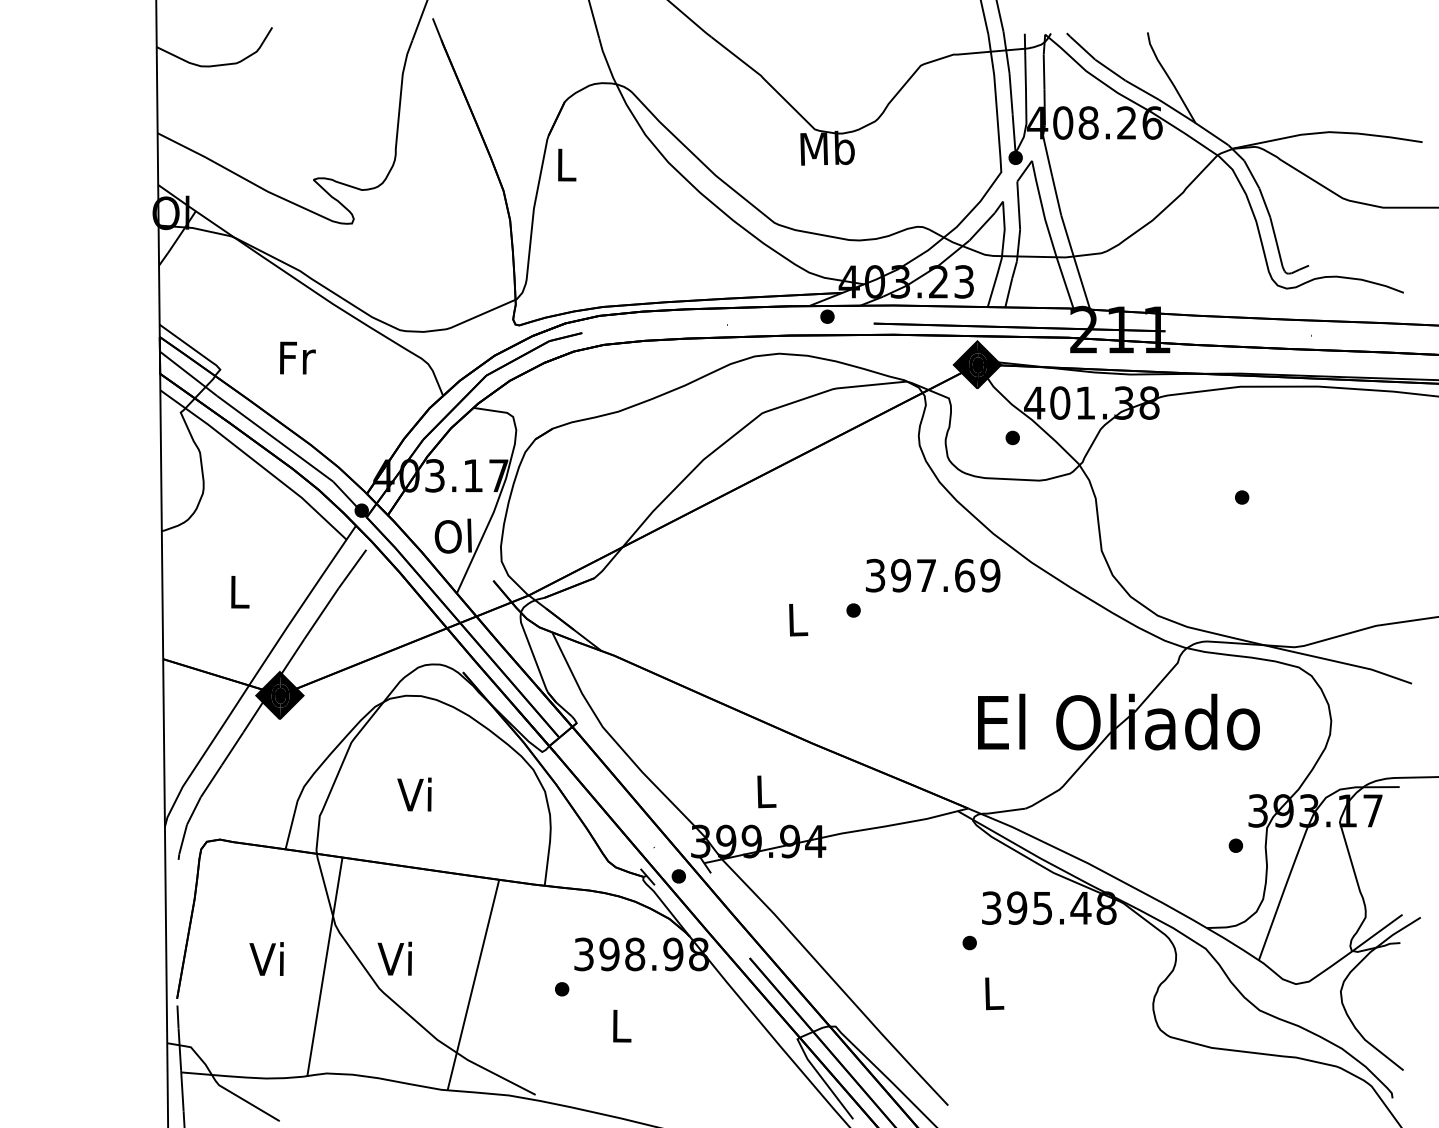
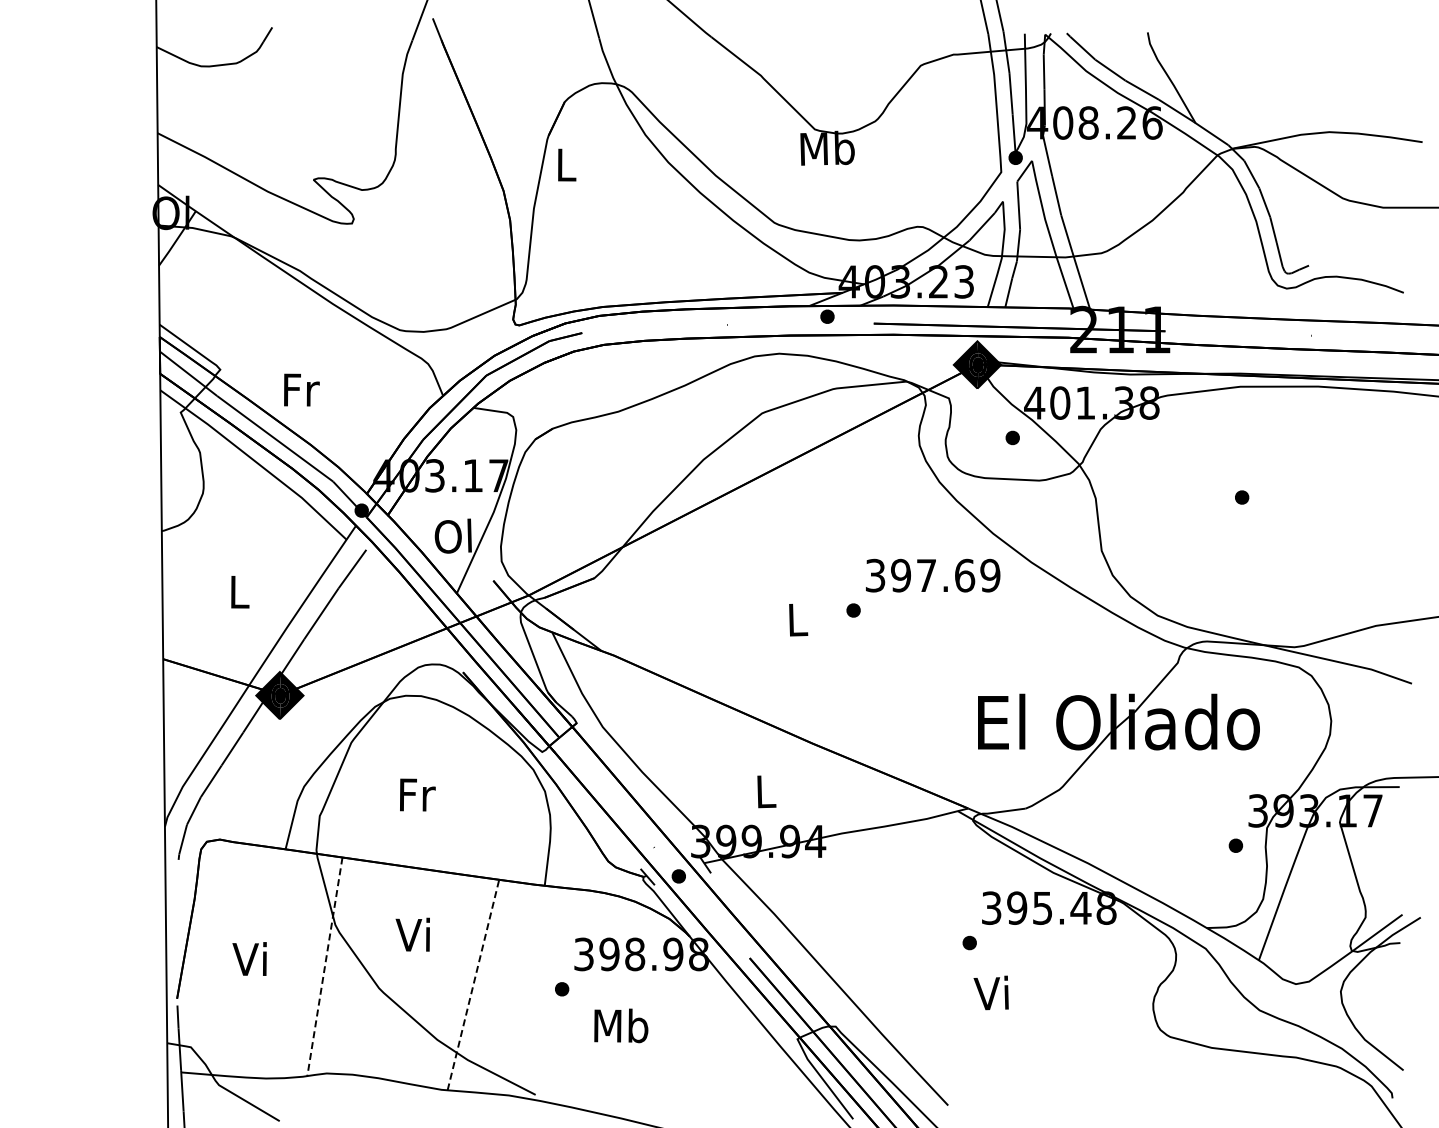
text at (297, 357) position: (297, 357) -> (301, 389)
text at (416, 794): Vi -> Fr
text at (266, 958) position: (266, 958) -> (249, 958)
text at (394, 958) position: (394, 958) -> (412, 934)
line at (324, 966): solid -> dashed
line at (473, 985): solid -> dashed
text at (990, 992): L -> Vi
text at (621, 1025): L -> Mb
